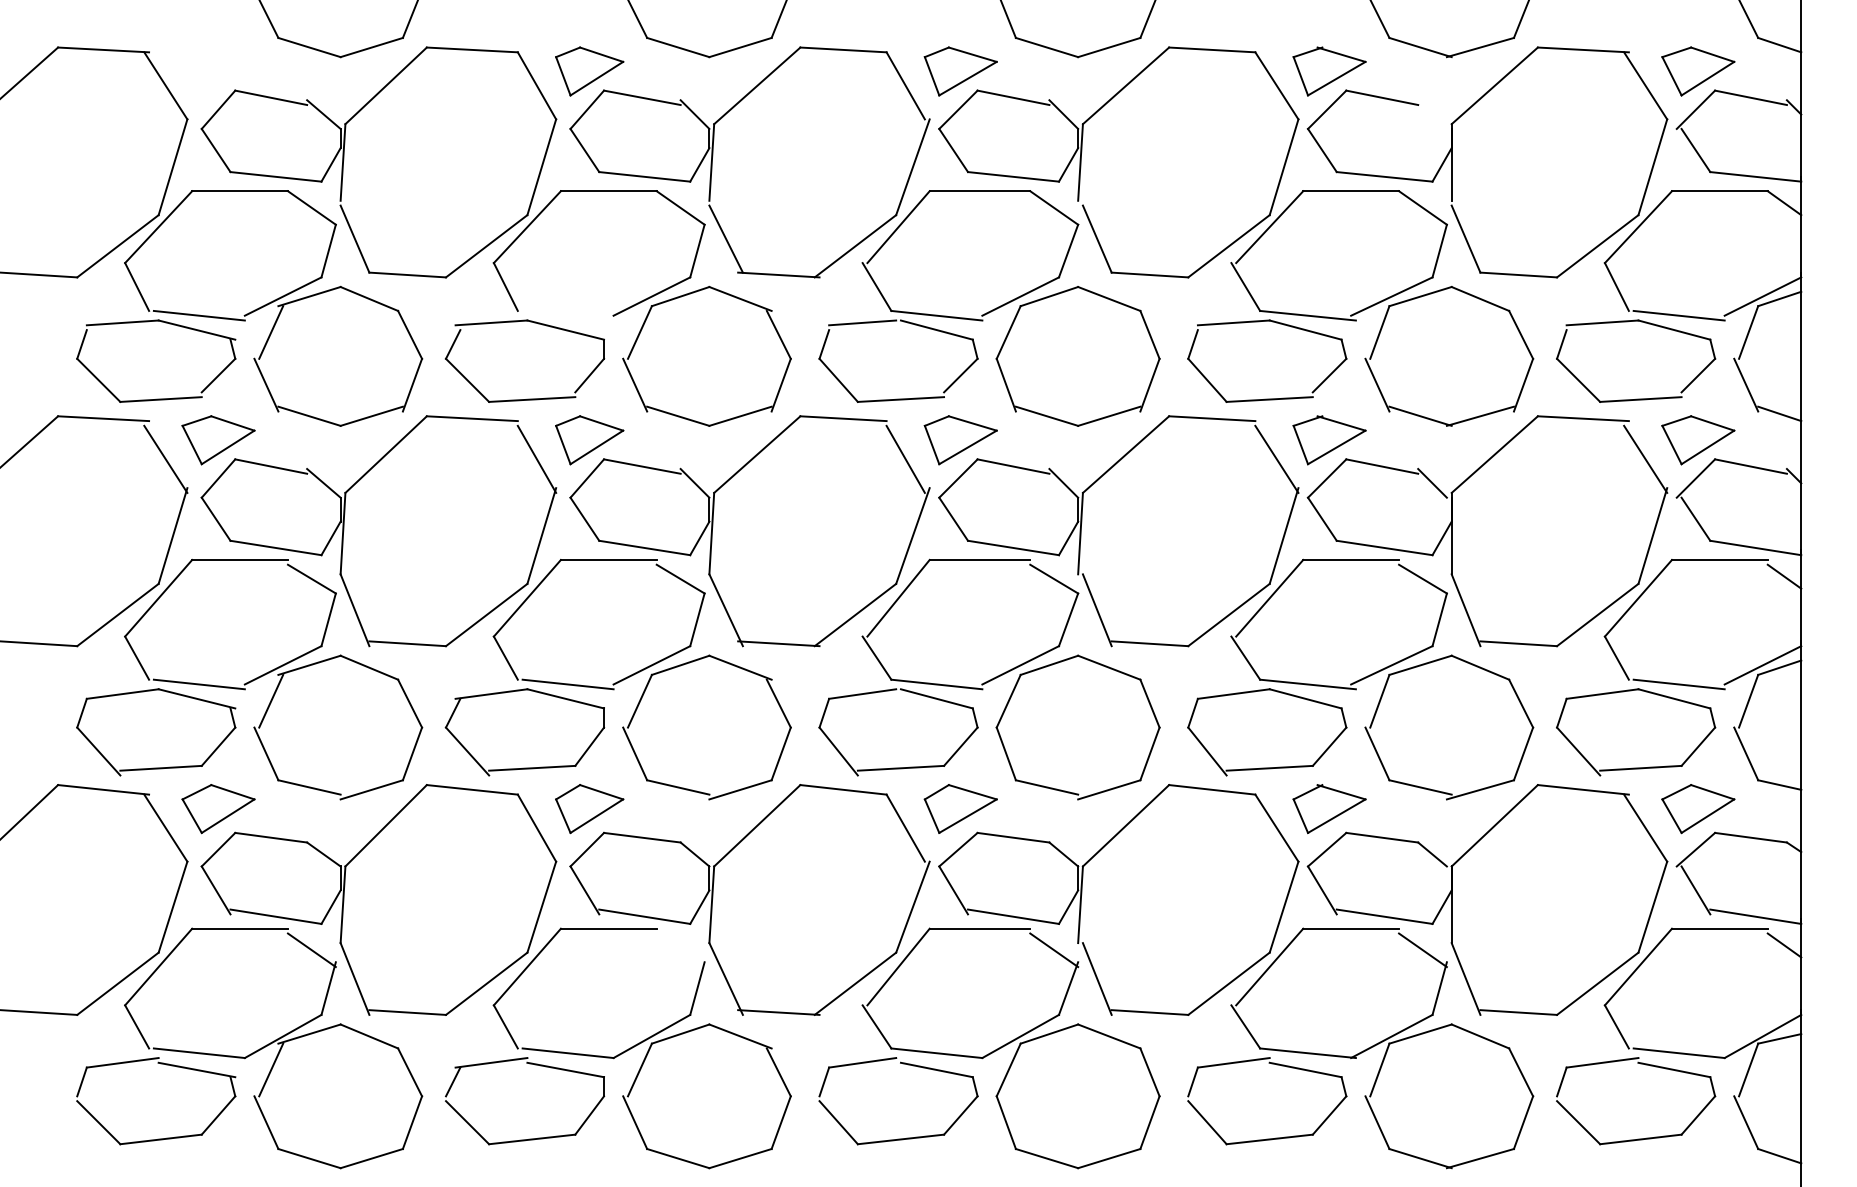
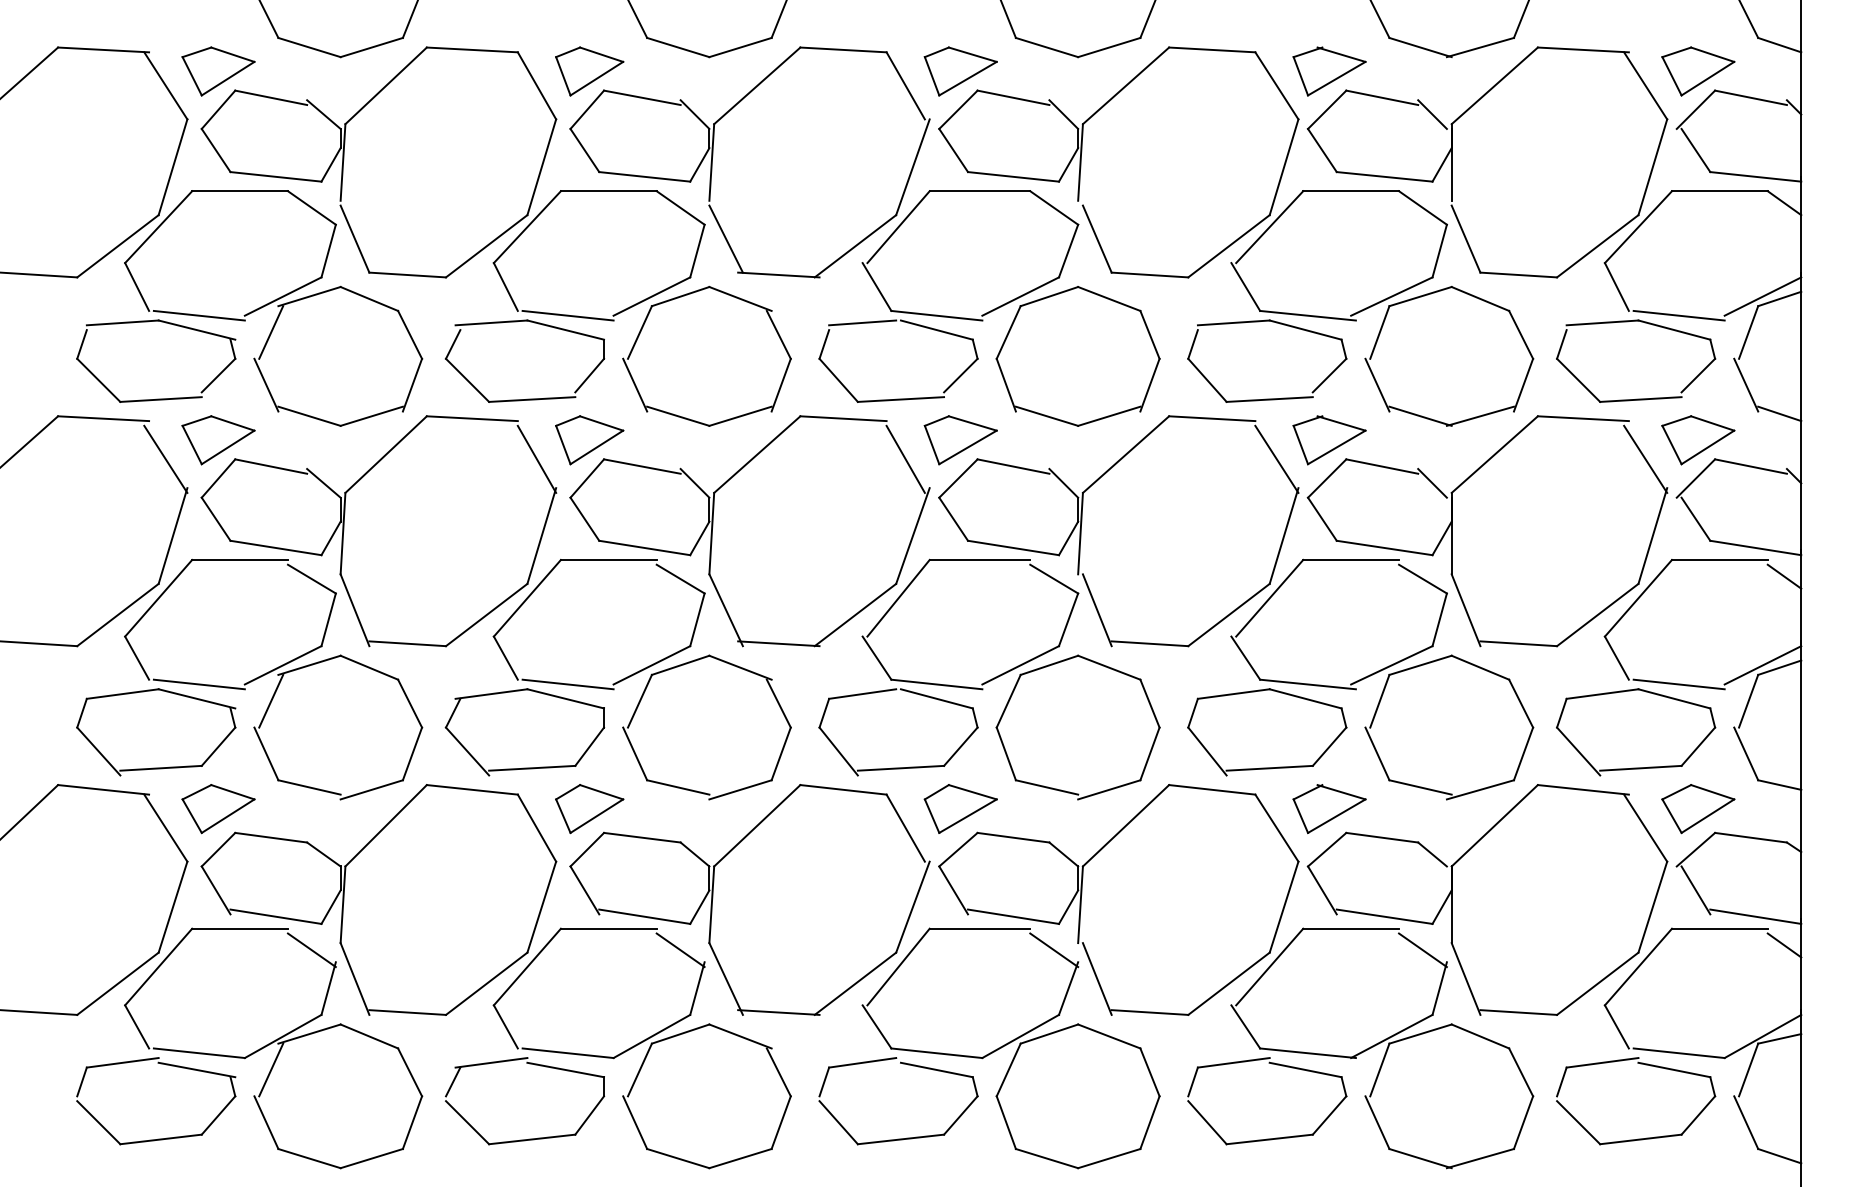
part at (218, 71): none -> present
line at (1432, 114): none -> present
line at (567, 315): none -> present
line at (680, 950): none -> present
